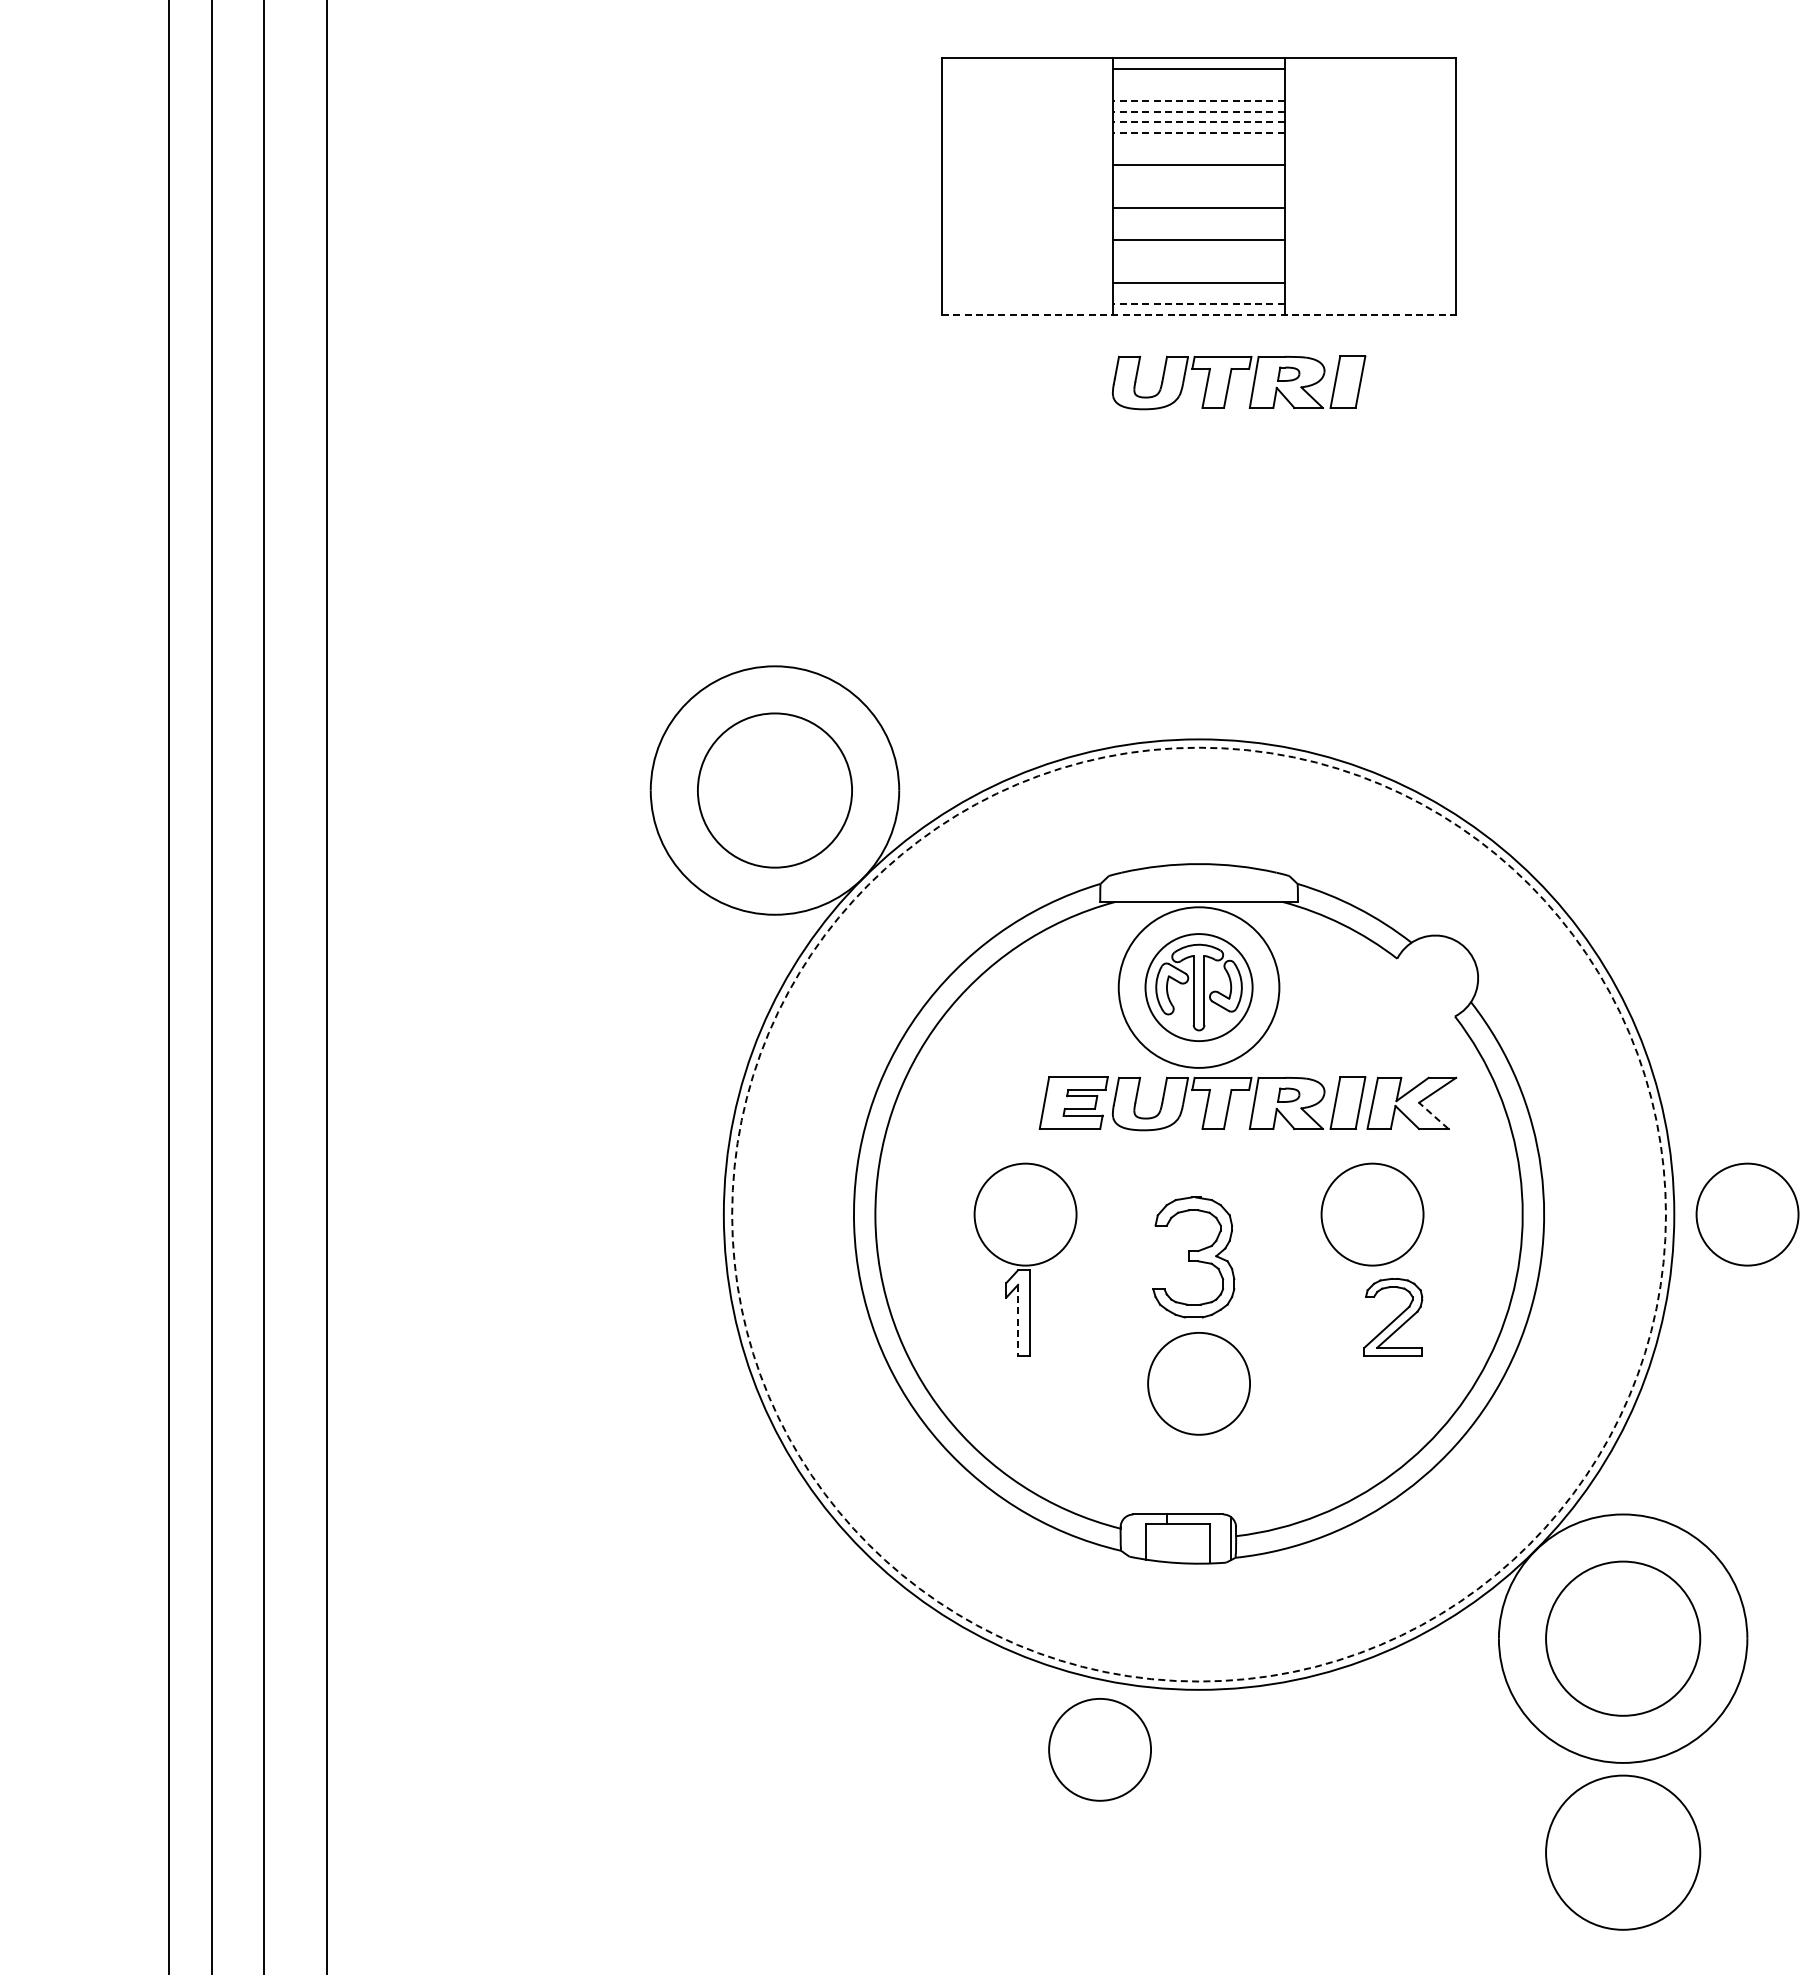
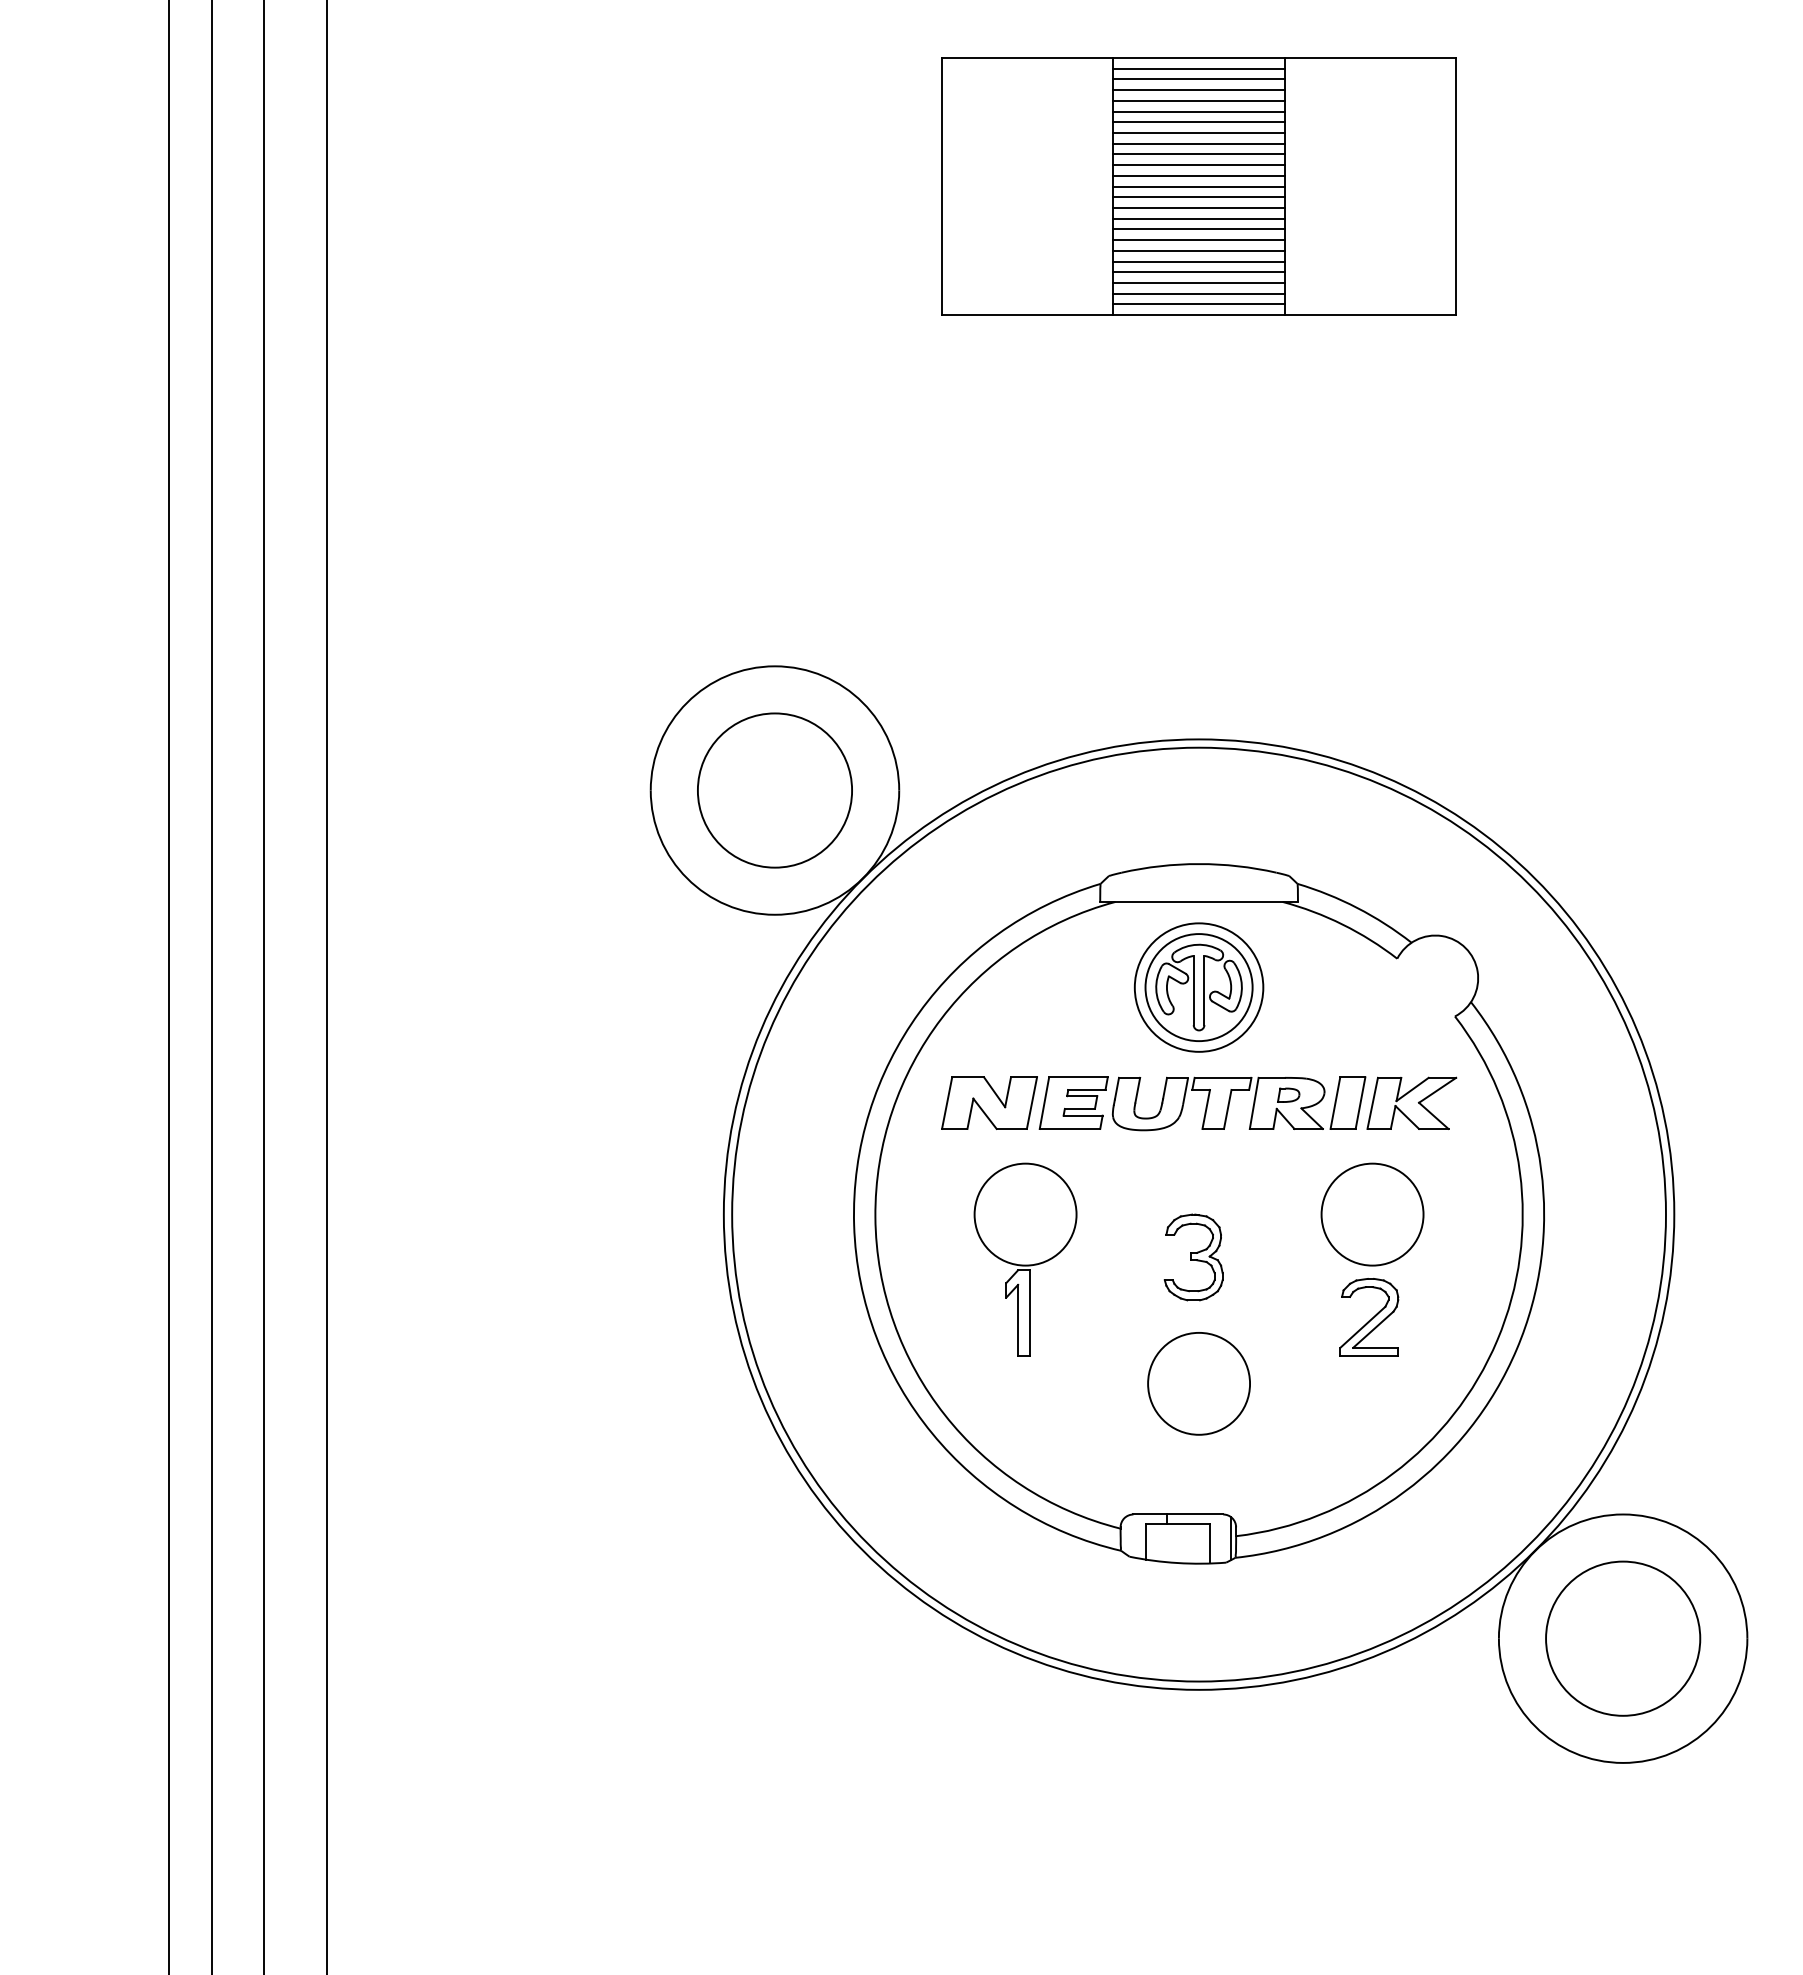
line at (1198, 79): none -> present
line at (1198, 90): none -> present
line at (1199, 100): dashed -> solid
line at (1199, 111): dashed -> solid
line at (1199, 122): dashed -> solid
line at (1199, 133): dashed -> solid
line at (1198, 143): none -> present
line at (1198, 154): none -> present
line at (1198, 175): none -> present
line at (1198, 186): none -> present
line at (1198, 197): none -> present
line at (1198, 218): none -> present
line at (1198, 229): none -> present
line at (1198, 250): none -> present
line at (1198, 261): none -> present
line at (1198, 272): none -> present
line at (1198, 293): none -> present
line at (1199, 304): dashed -> solid
line at (1199, 315): dashed -> solid
part at (1230, 380): present -> none
circle at (1198, 987) diameter: 161 px -> 129 px
part at (989, 1102): none -> present
line at (1433, 1115): dashed -> solid
circle at (1198, 1214): dashed -> solid
circle at (1747, 1214): present -> none
part at (1193, 1257) size: 84x123 px -> 61x89 px
part at (1393, 1317) position: (1393, 1317) -> (1369, 1317)
line at (1018, 1320): dashed -> solid
circle at (1099, 1749): present -> none
circle at (1623, 1852): present -> none
